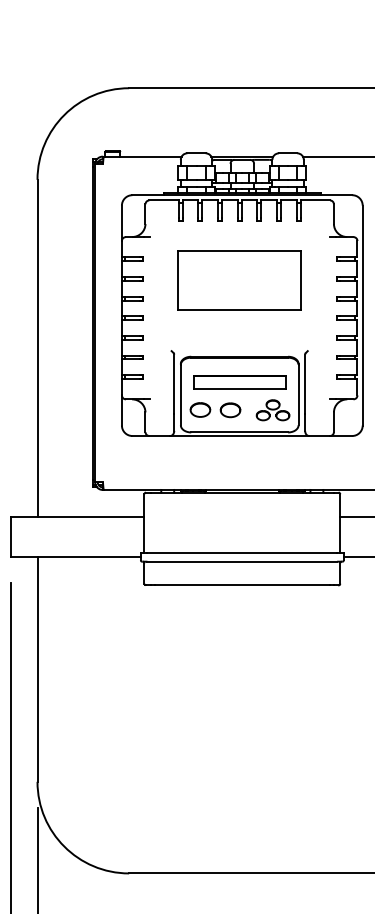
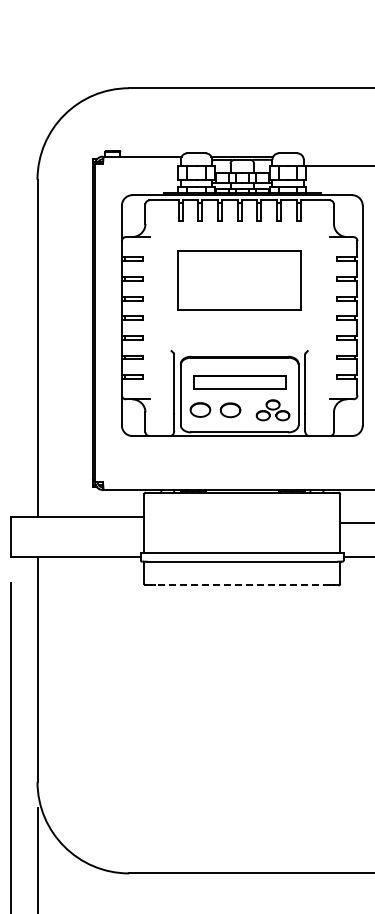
line at (336, 156) position: (336, 156) -> (336, 165)
line at (355, 517) position: (355, 517) -> (355, 523)
line at (242, 585): solid -> dashed
